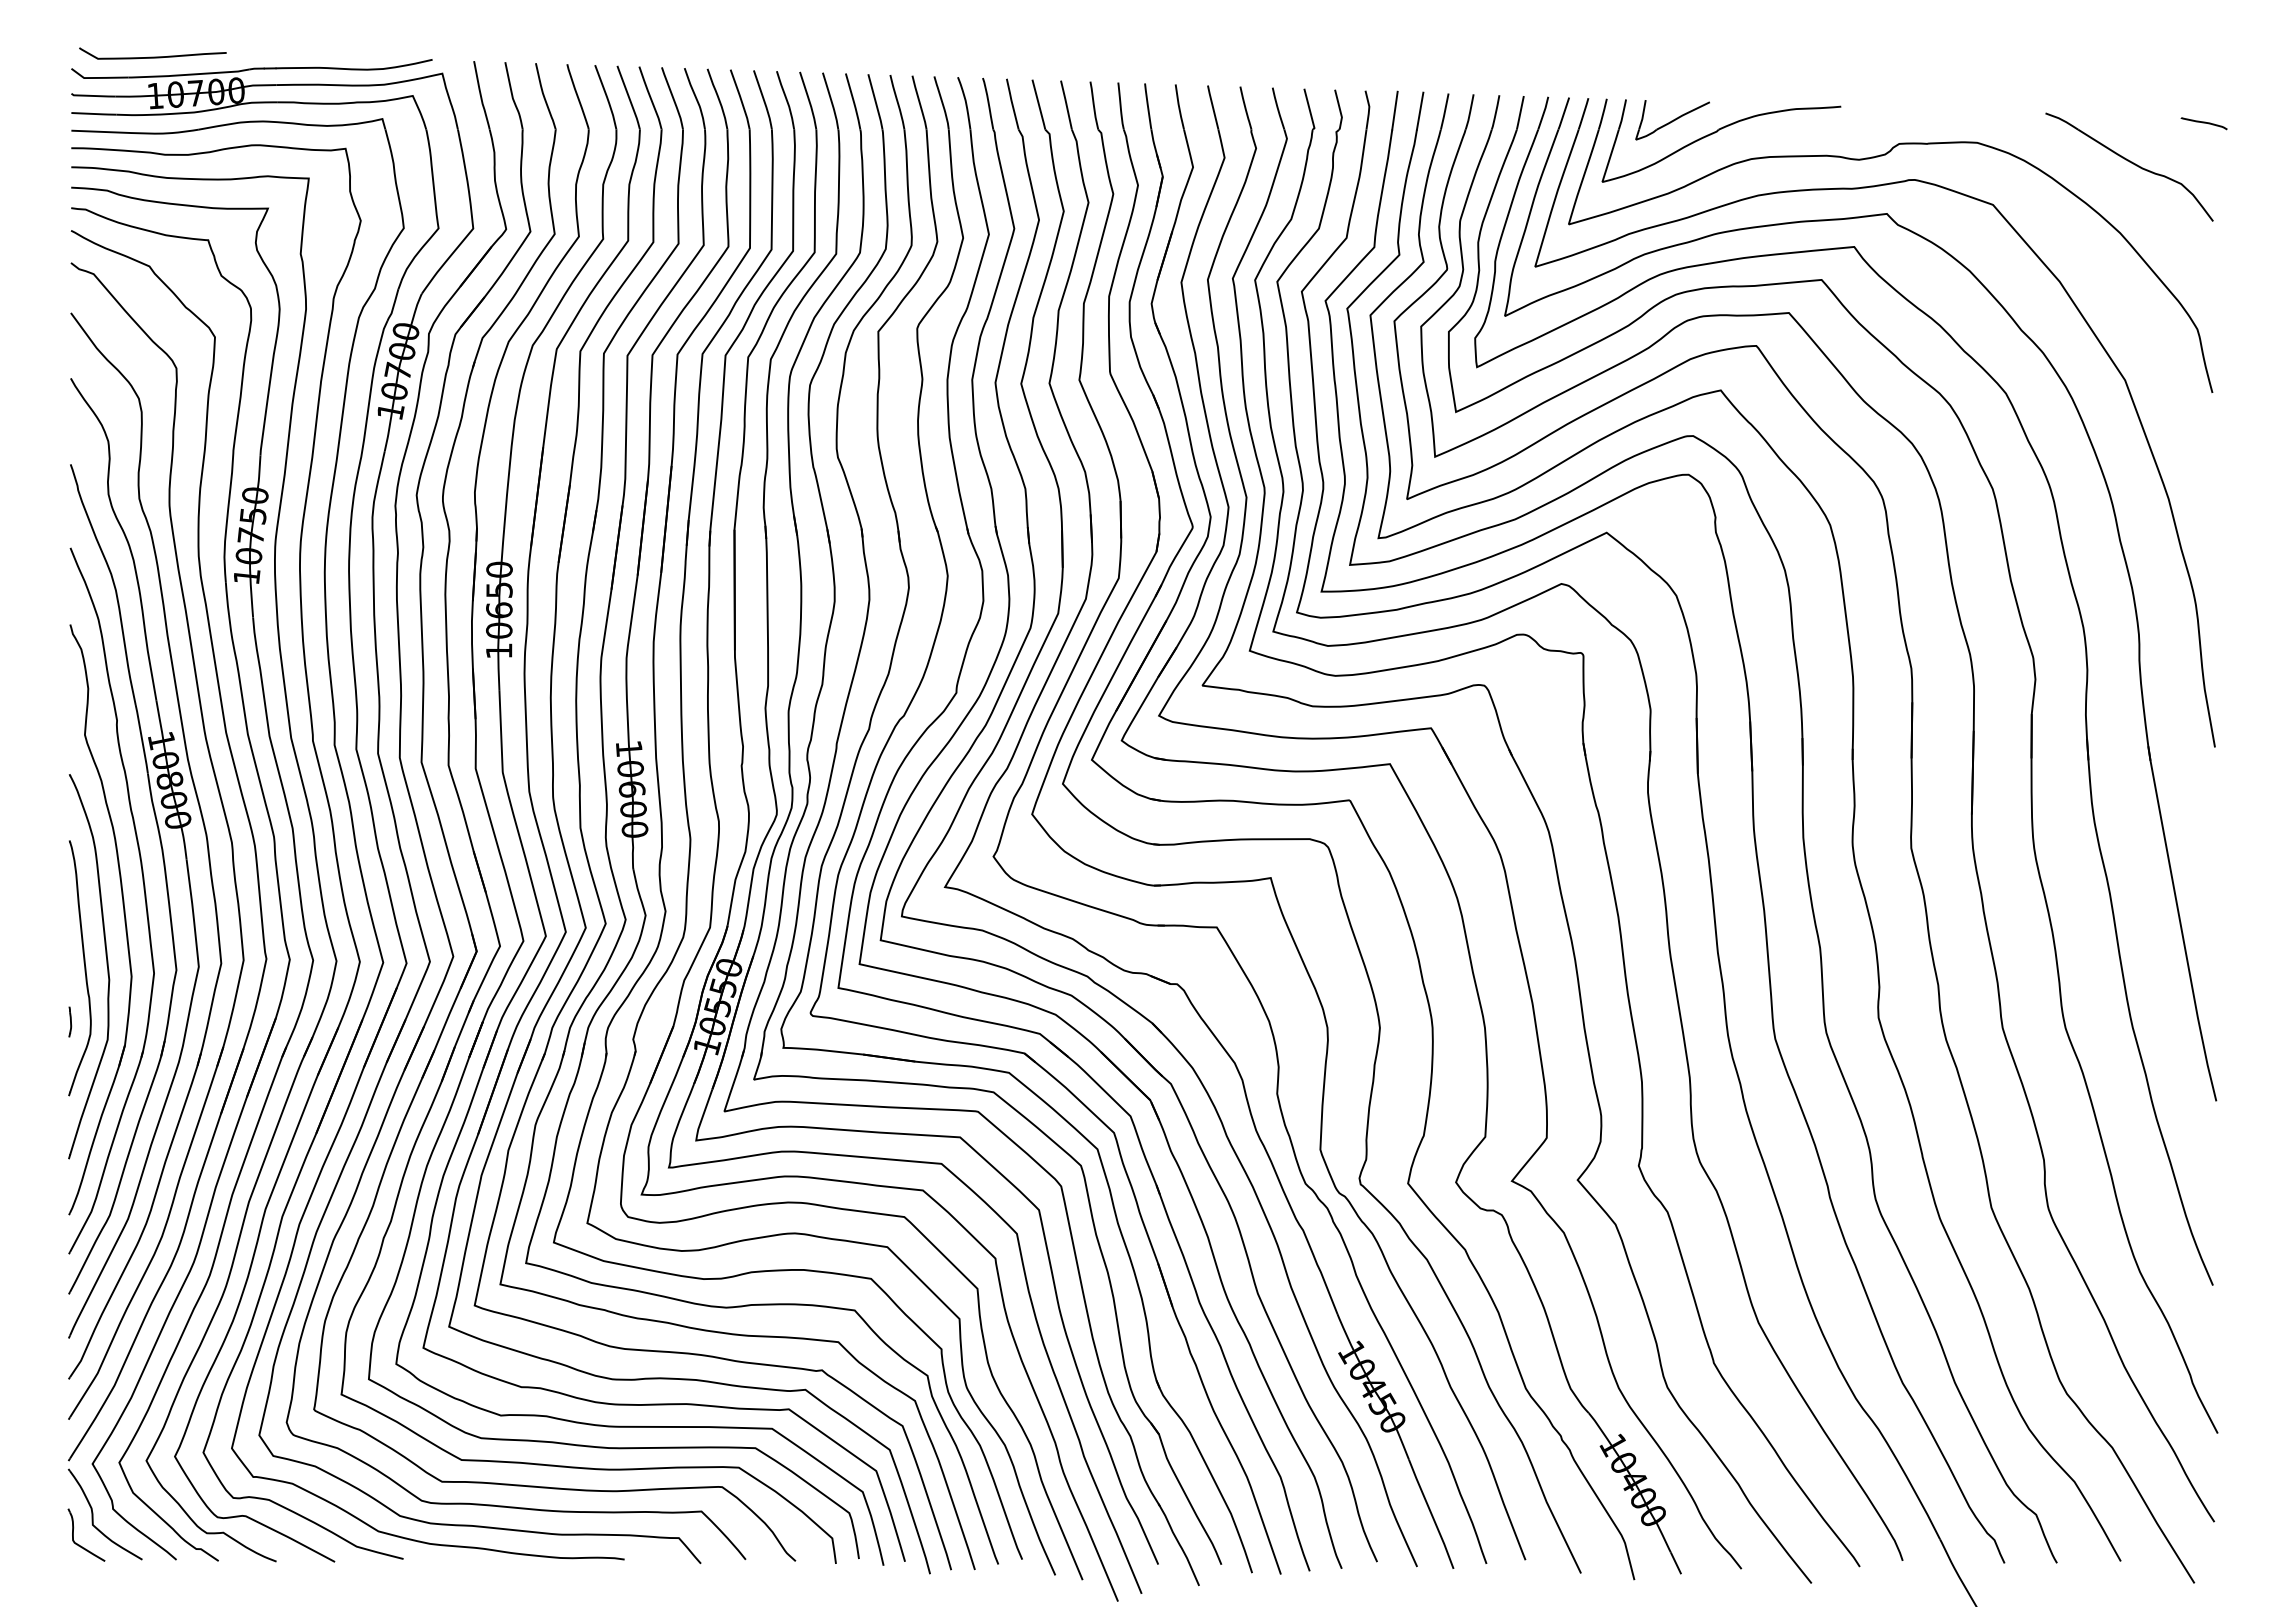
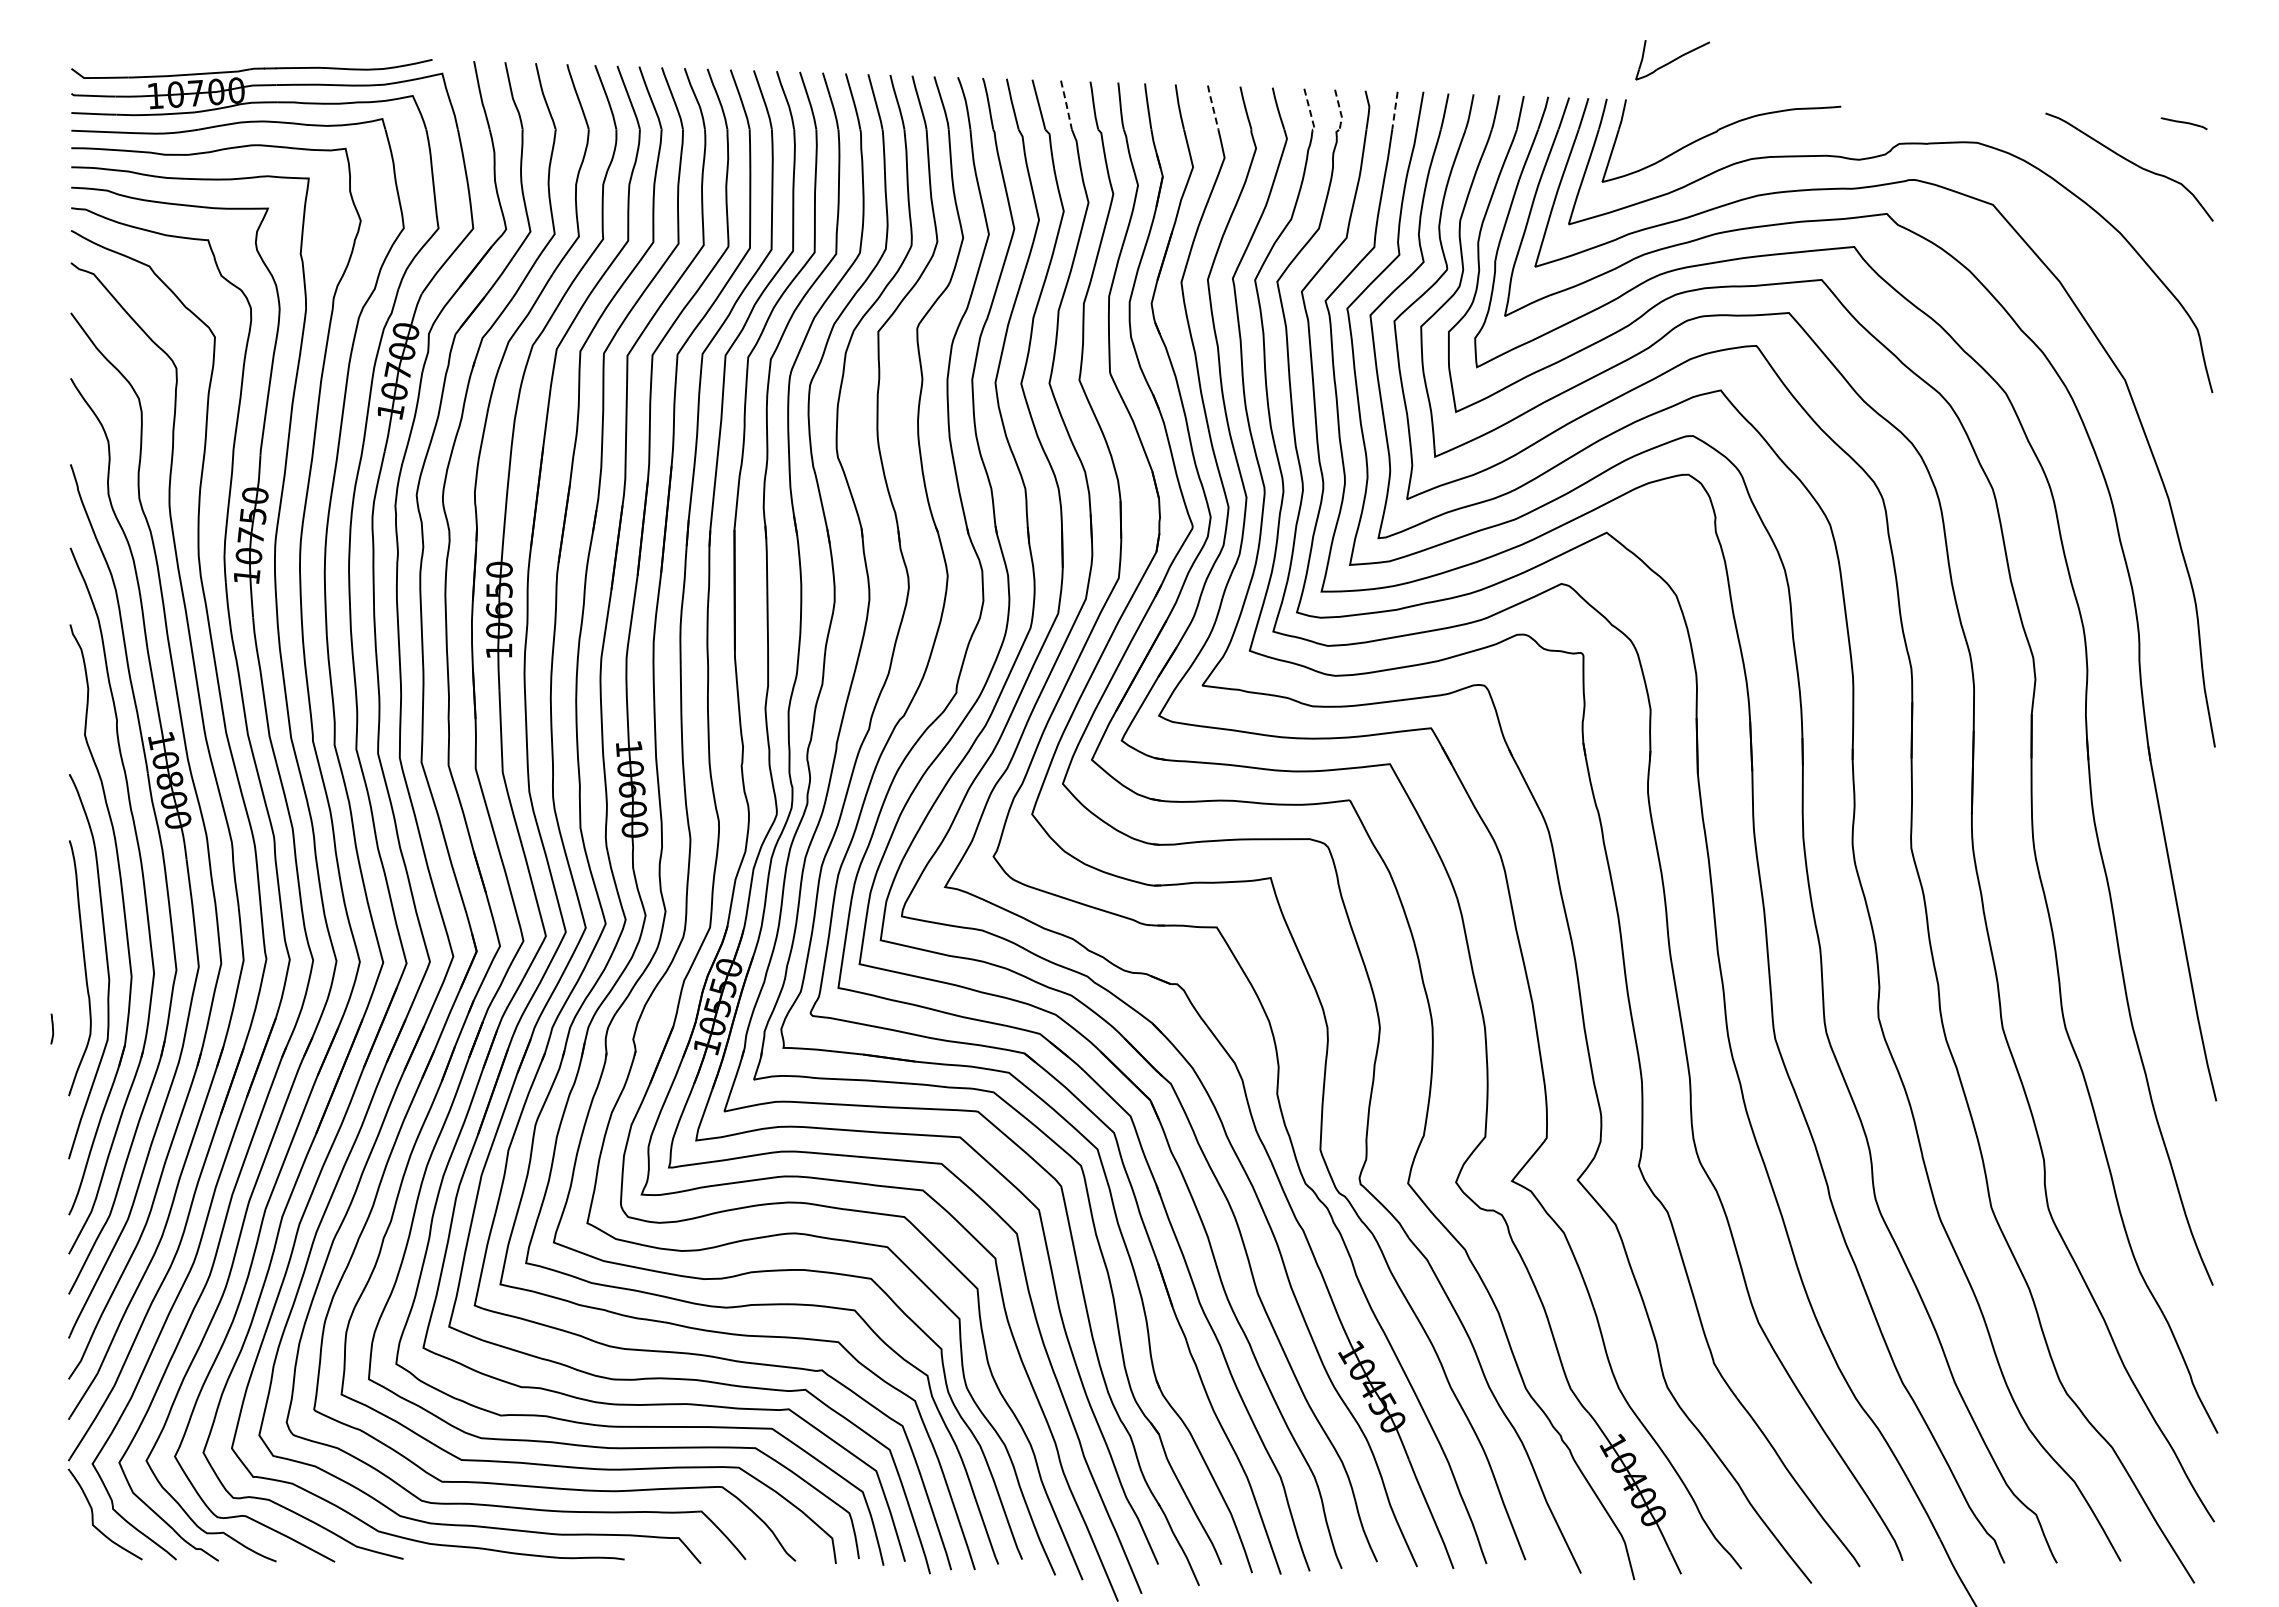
curve at (152, 56): present -> none
line at (1066, 104): solid -> dashed
line at (1212, 106): solid -> dashed
line at (1310, 110): solid -> dashed
line at (1340, 111): solid -> dashed
line at (1394, 111): solid -> dashed
part at (1672, 120) position: (1672, 120) -> (1672, 60)
curve at (2203, 123) position: (2203, 123) -> (2183, 123)
part at (70, 1021) position: (70, 1021) -> (52, 1028)
part at (81, 1545): present -> none
